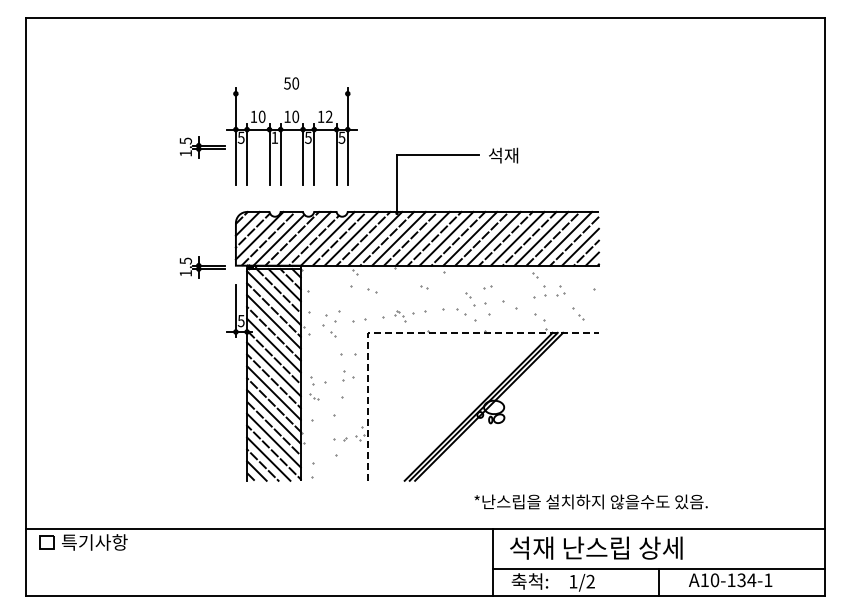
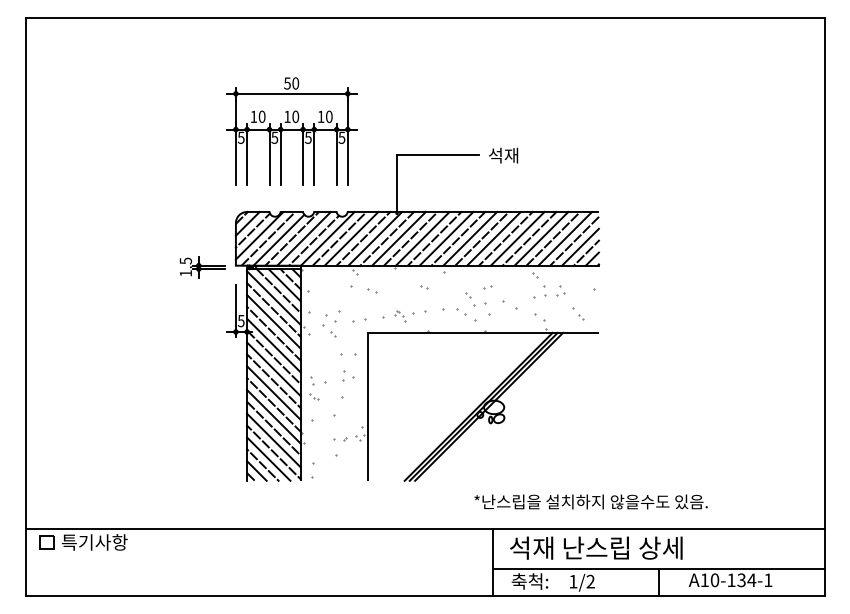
line at (291, 93): none -> present
text at (328, 116): 12 -> 10
text at (274, 137): 1 -> 5
part at (202, 147): present -> none
line at (408, 332): dashed -> solid
